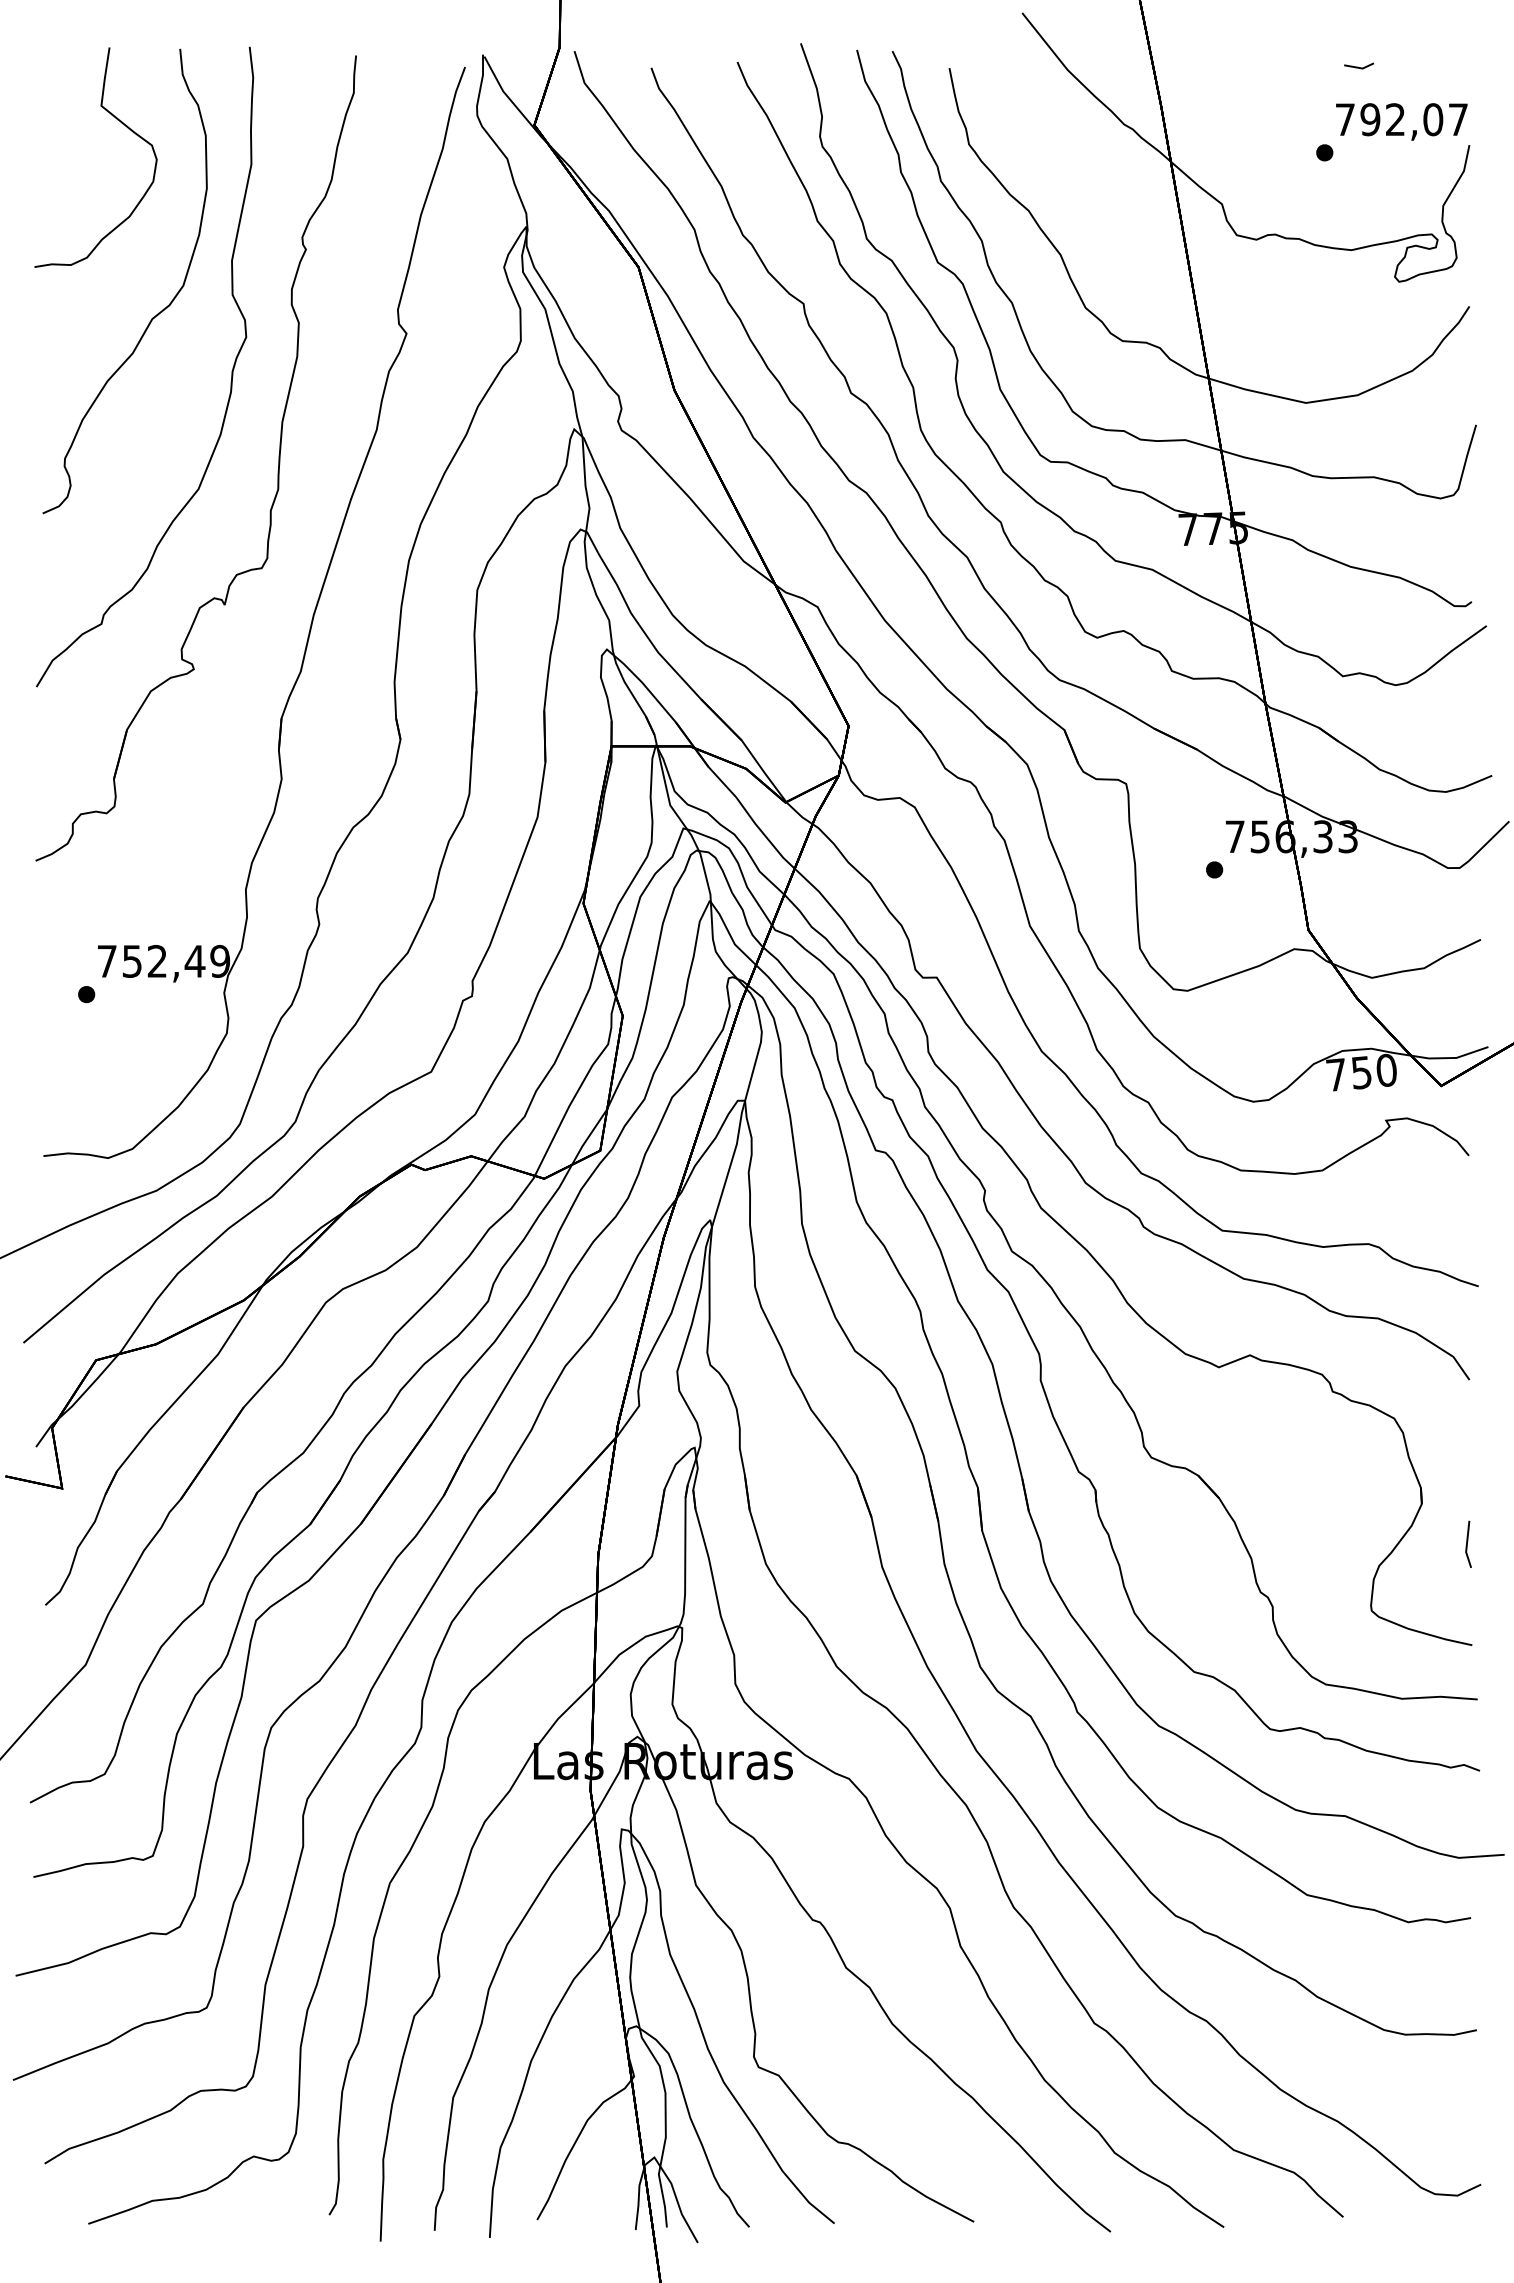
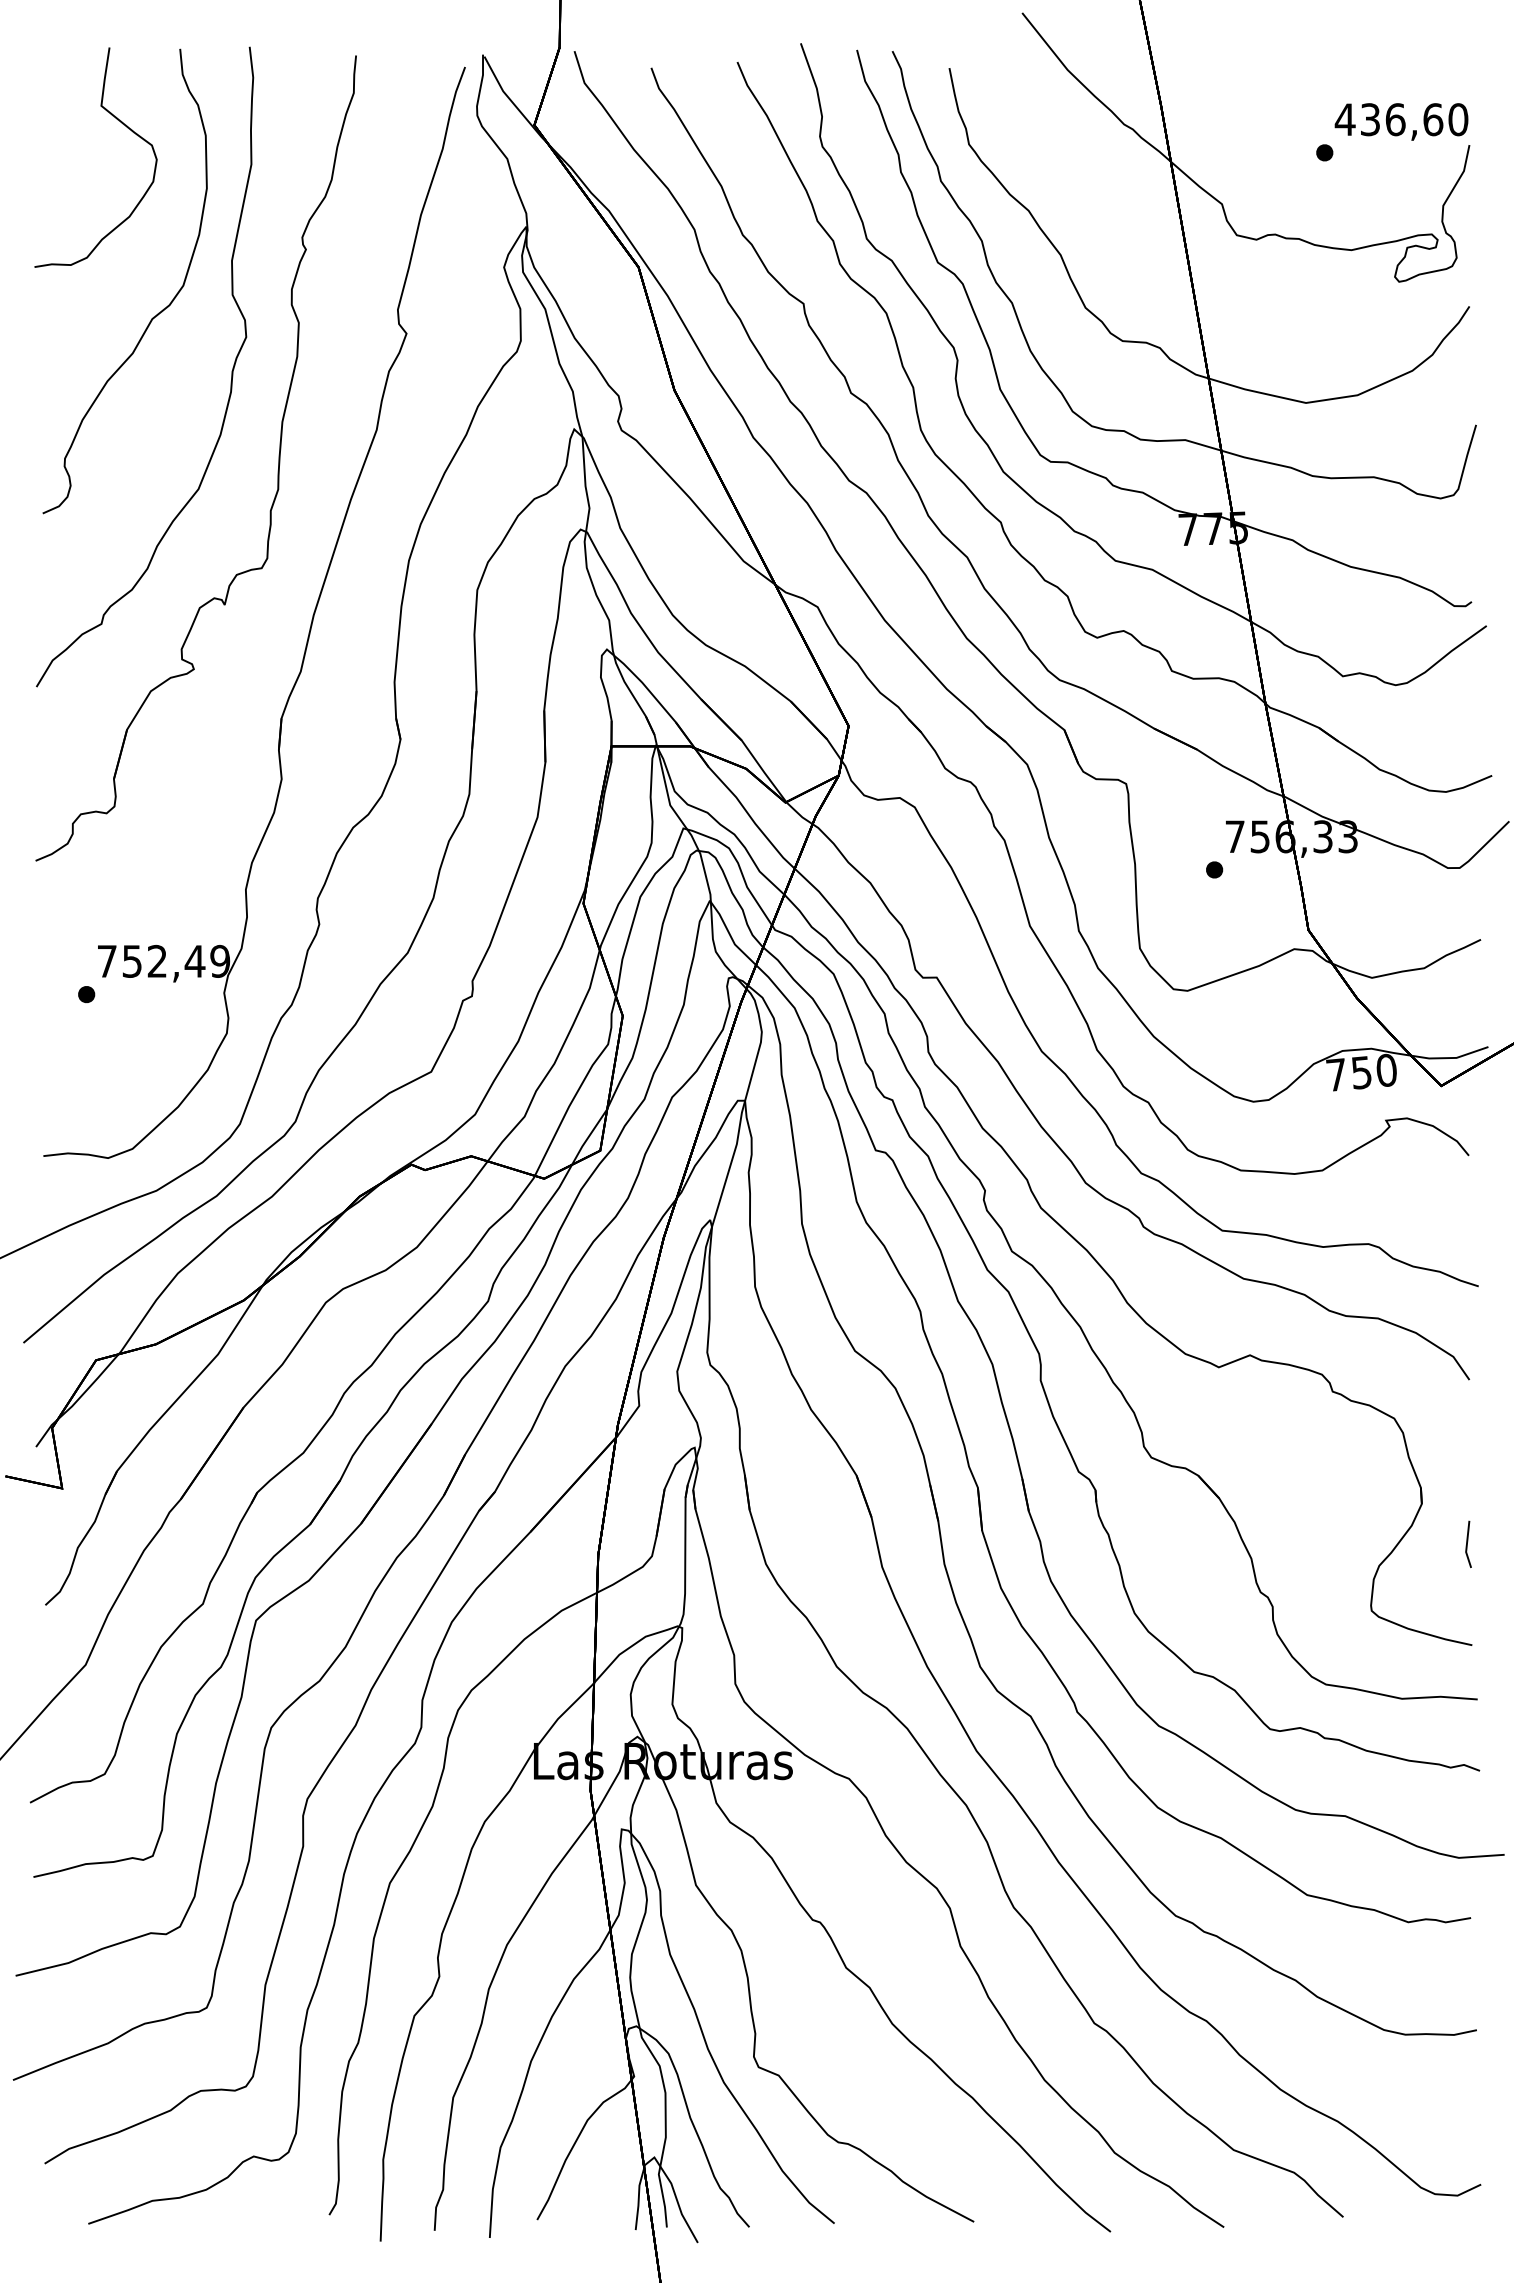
line at (1358, 66): present -> none
text at (1401, 119): 792,07 -> 436,60
